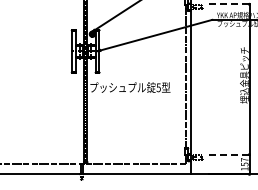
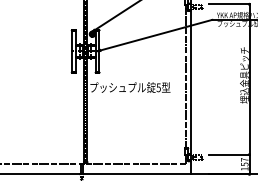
line at (229, 4): dashed -> solid
line at (229, 154): dashed -> solid
